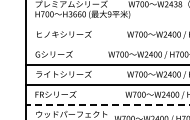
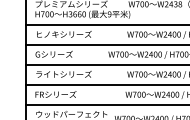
line at (106, 25): none -> present
line at (106, 45): none -> present
line at (108, 104): dashed -> solid
